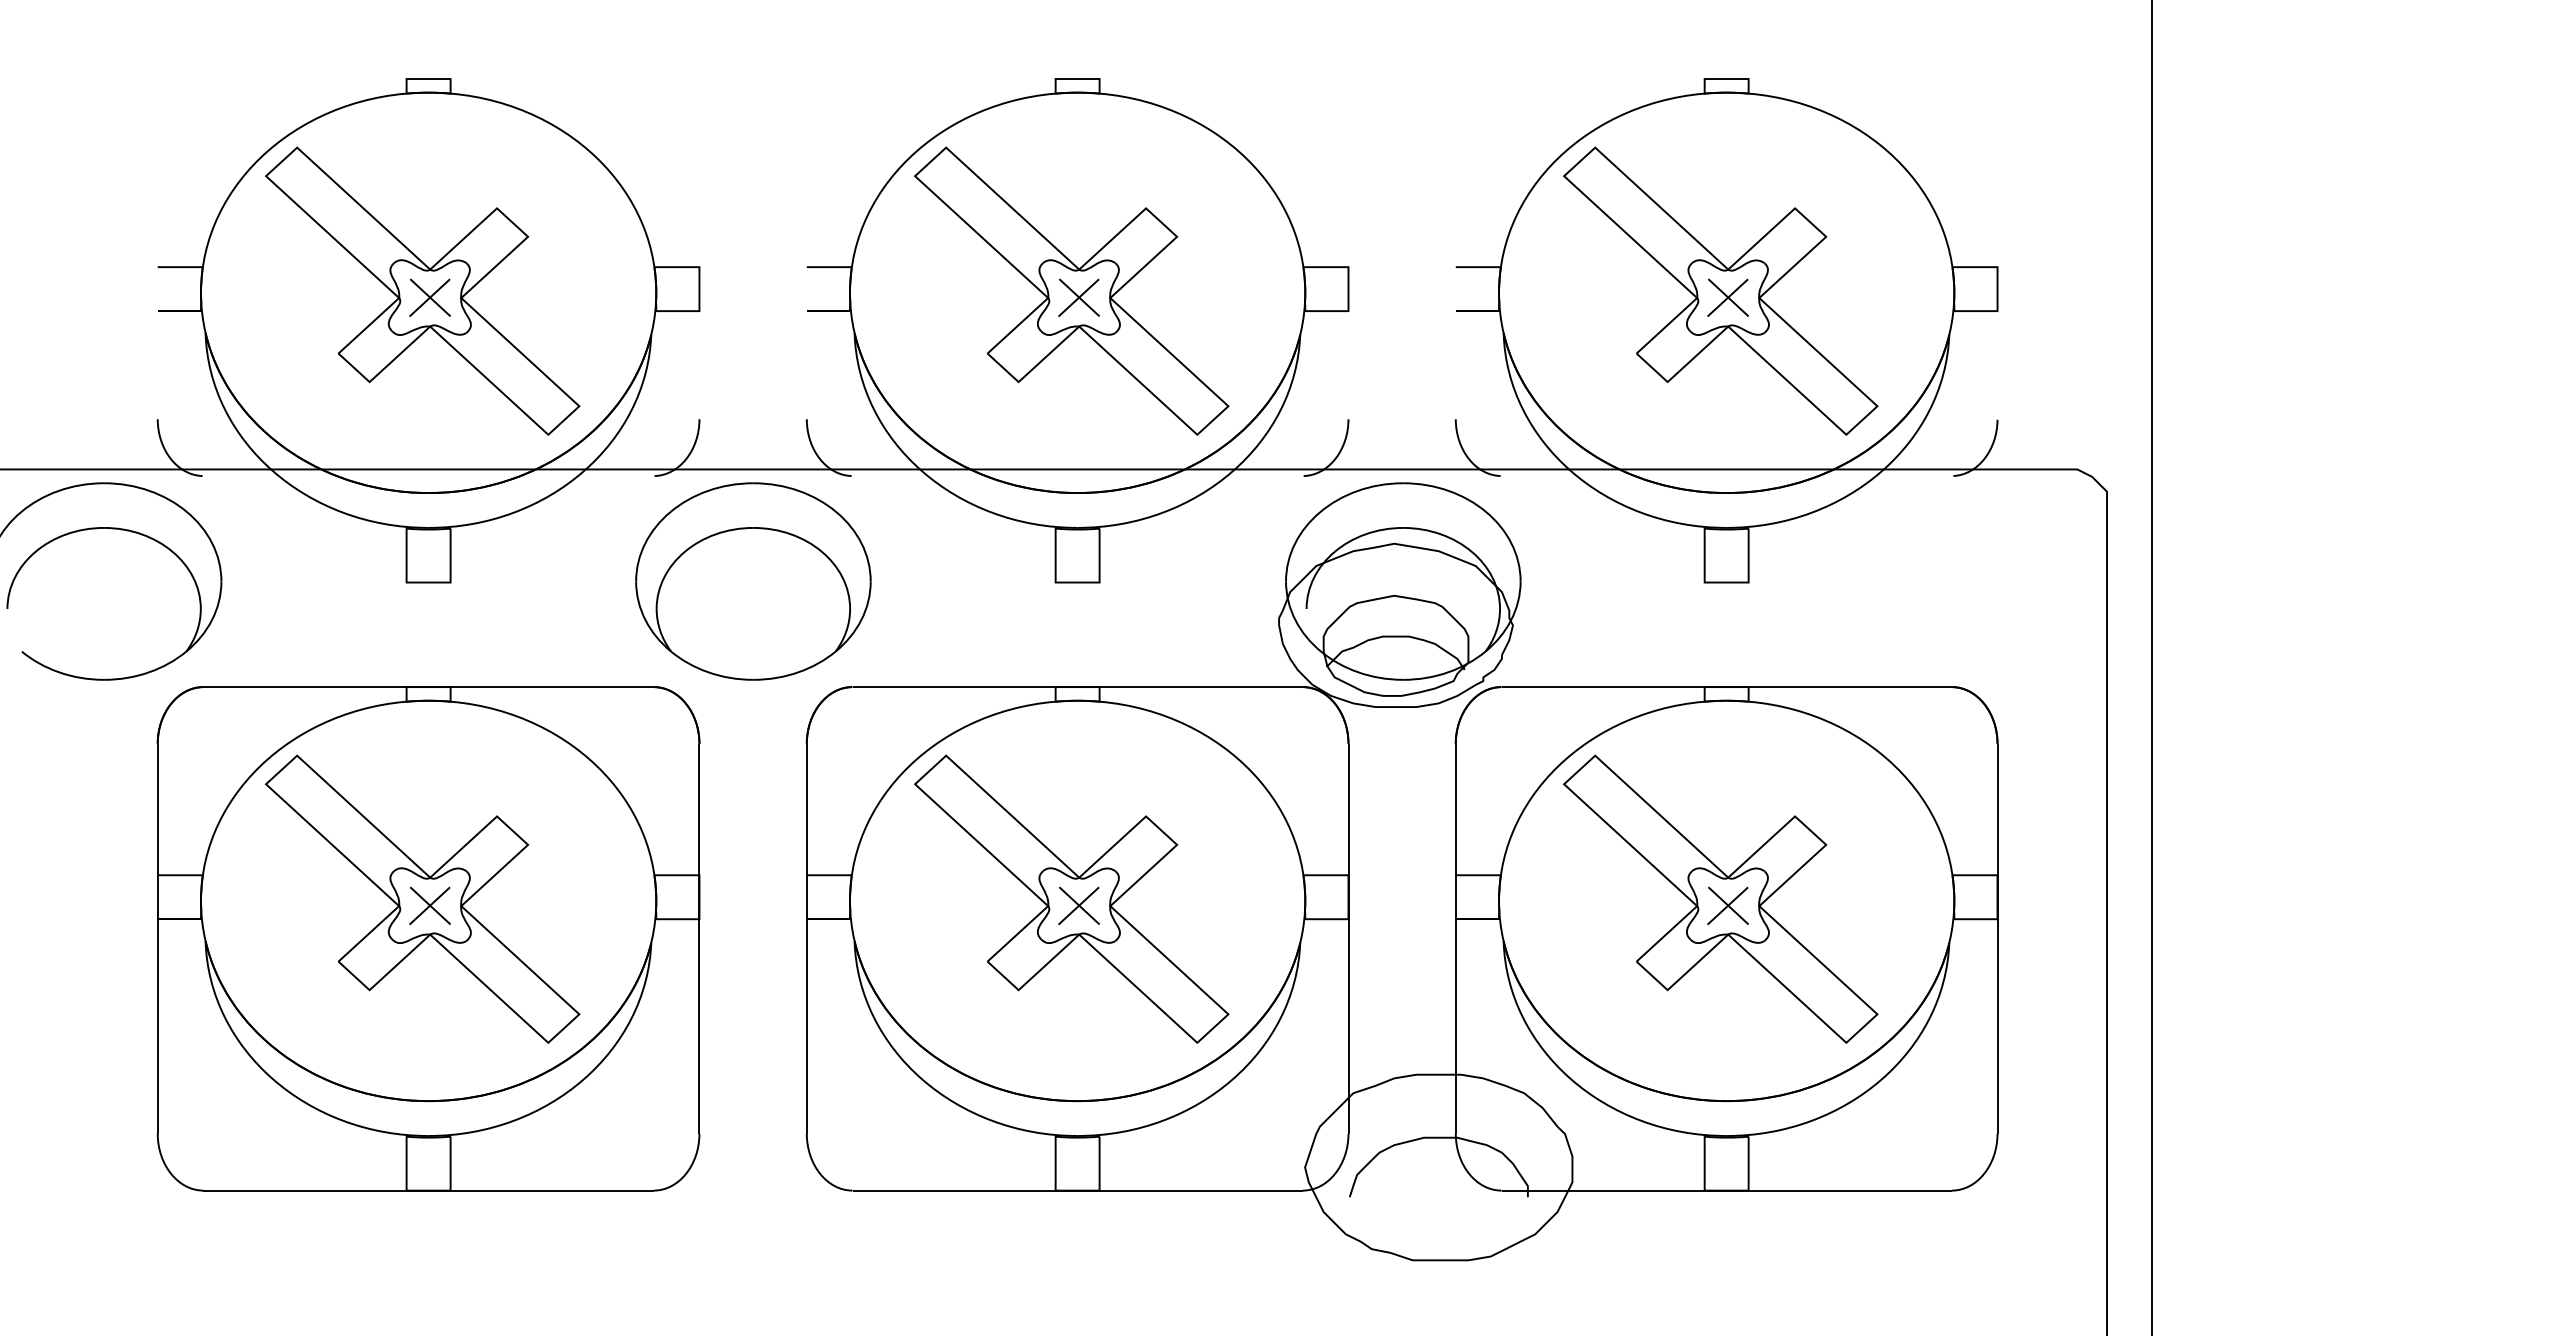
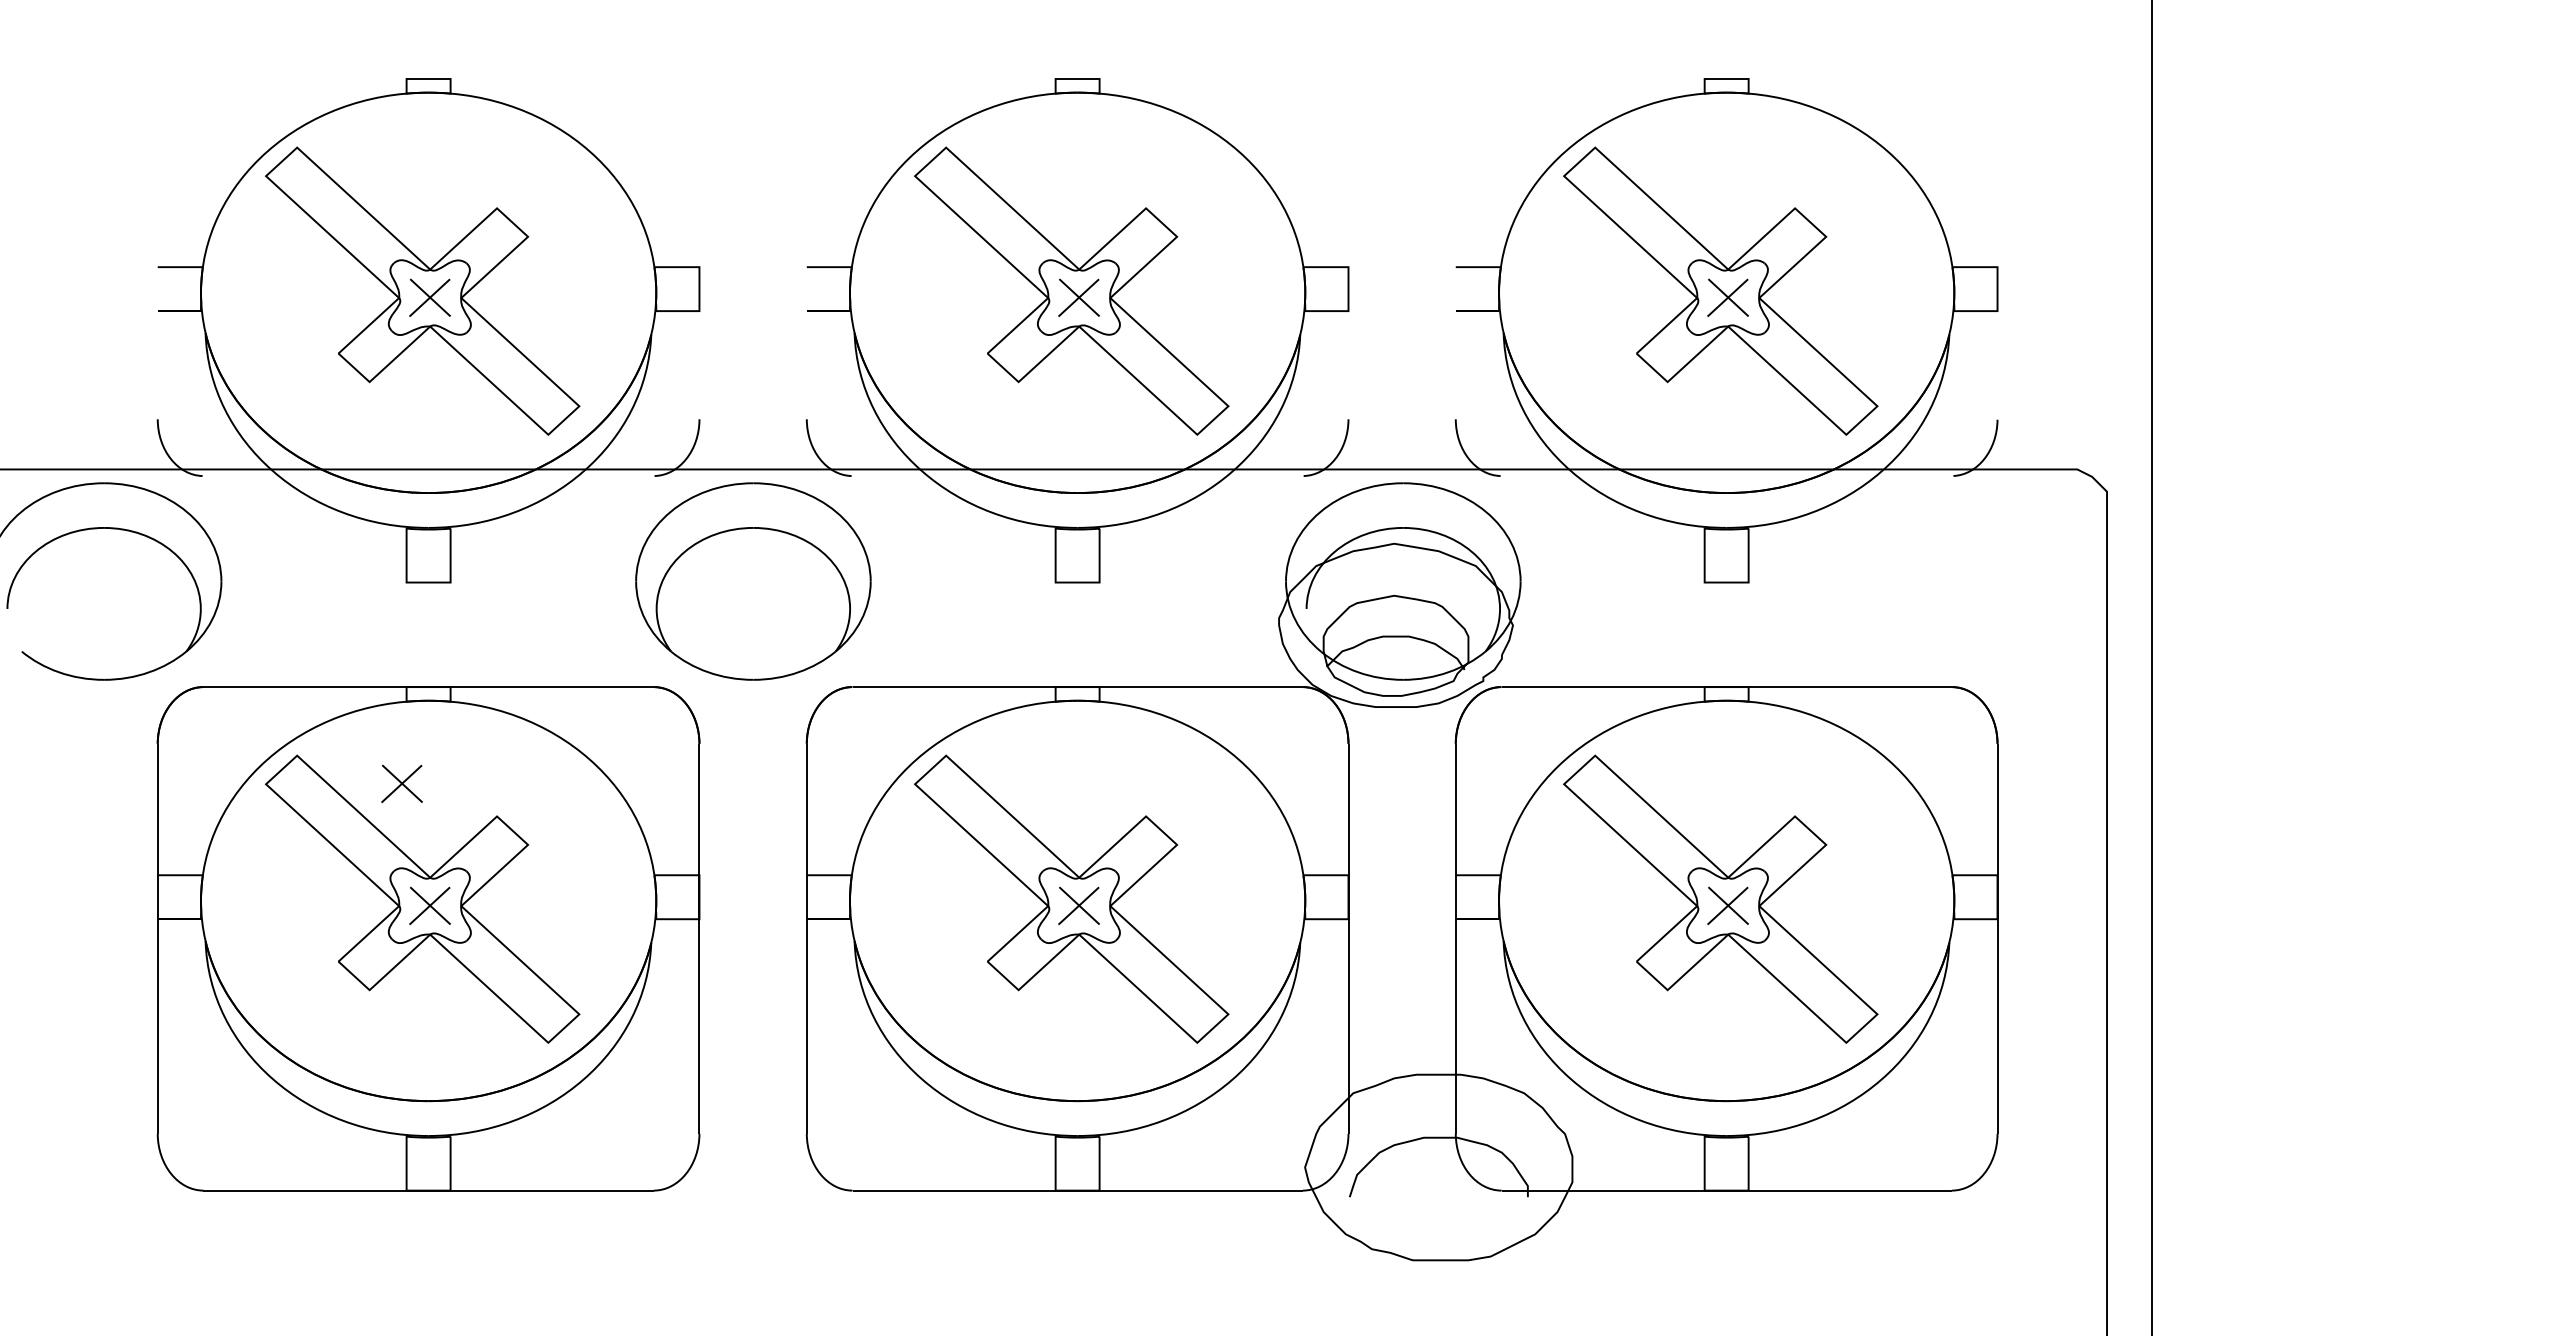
part at (401, 783): none -> present
